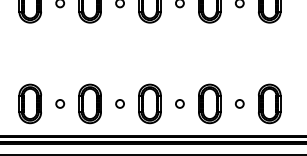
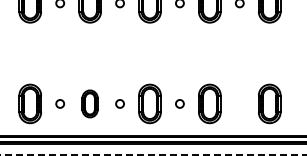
part at (89, 103) size: 24x42 px -> 18x30 px
circle at (239, 103): present -> none
line at (153, 155): solid -> dashed
